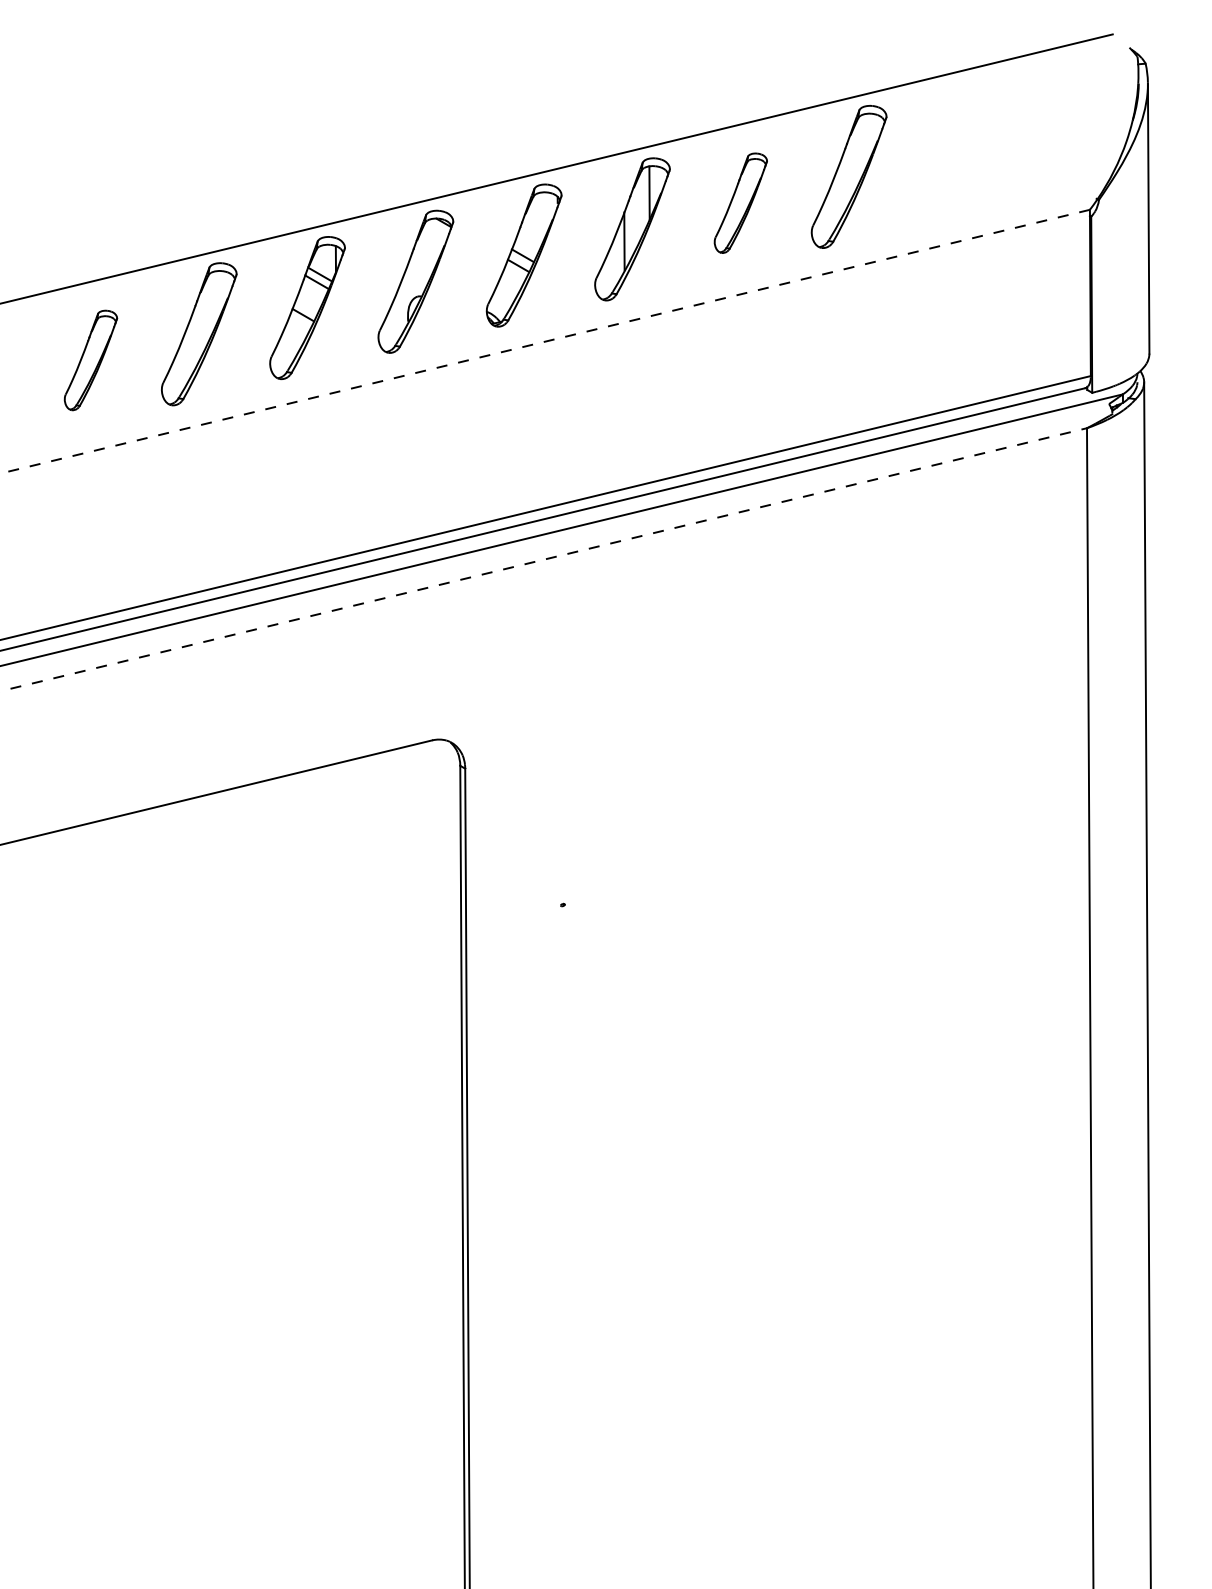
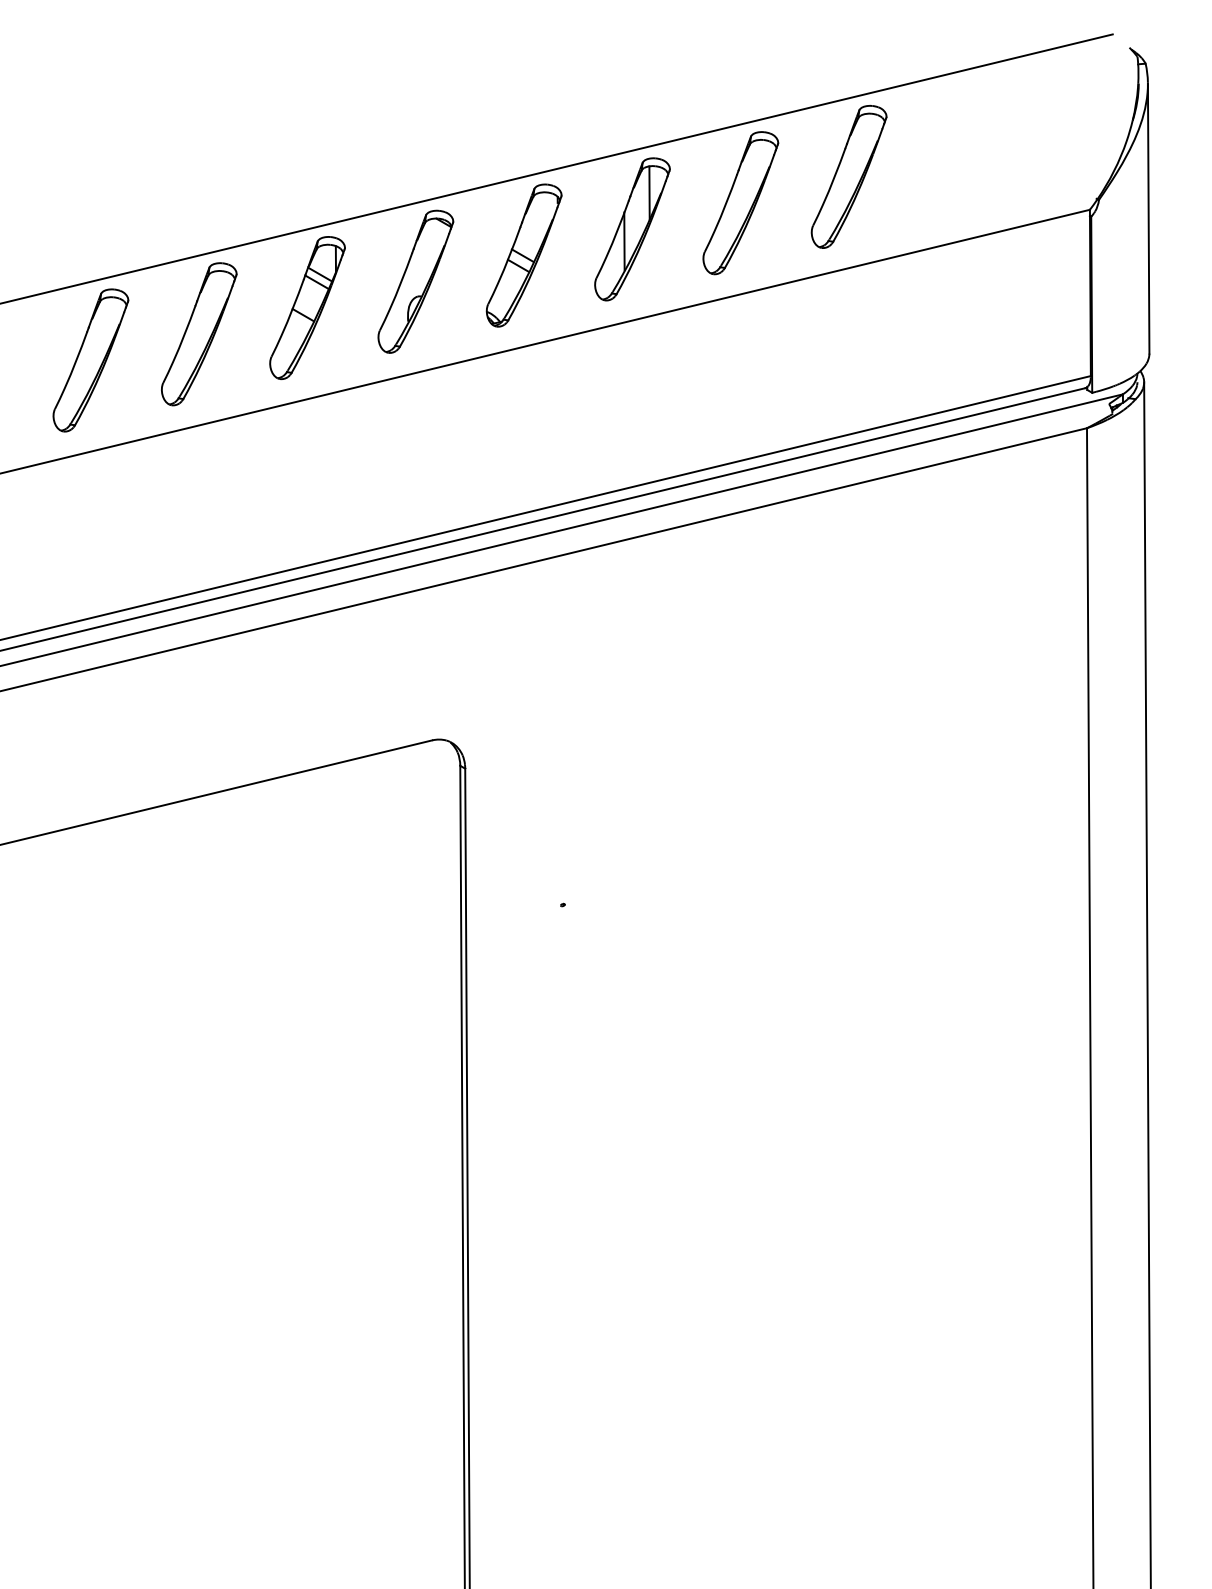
part at (740, 202) size: 55x102 px -> 78x145 px
line at (544, 341): dashed -> solid
part at (90, 360) size: 56x103 px -> 78x145 px
line at (543, 559): dashed -> solid
